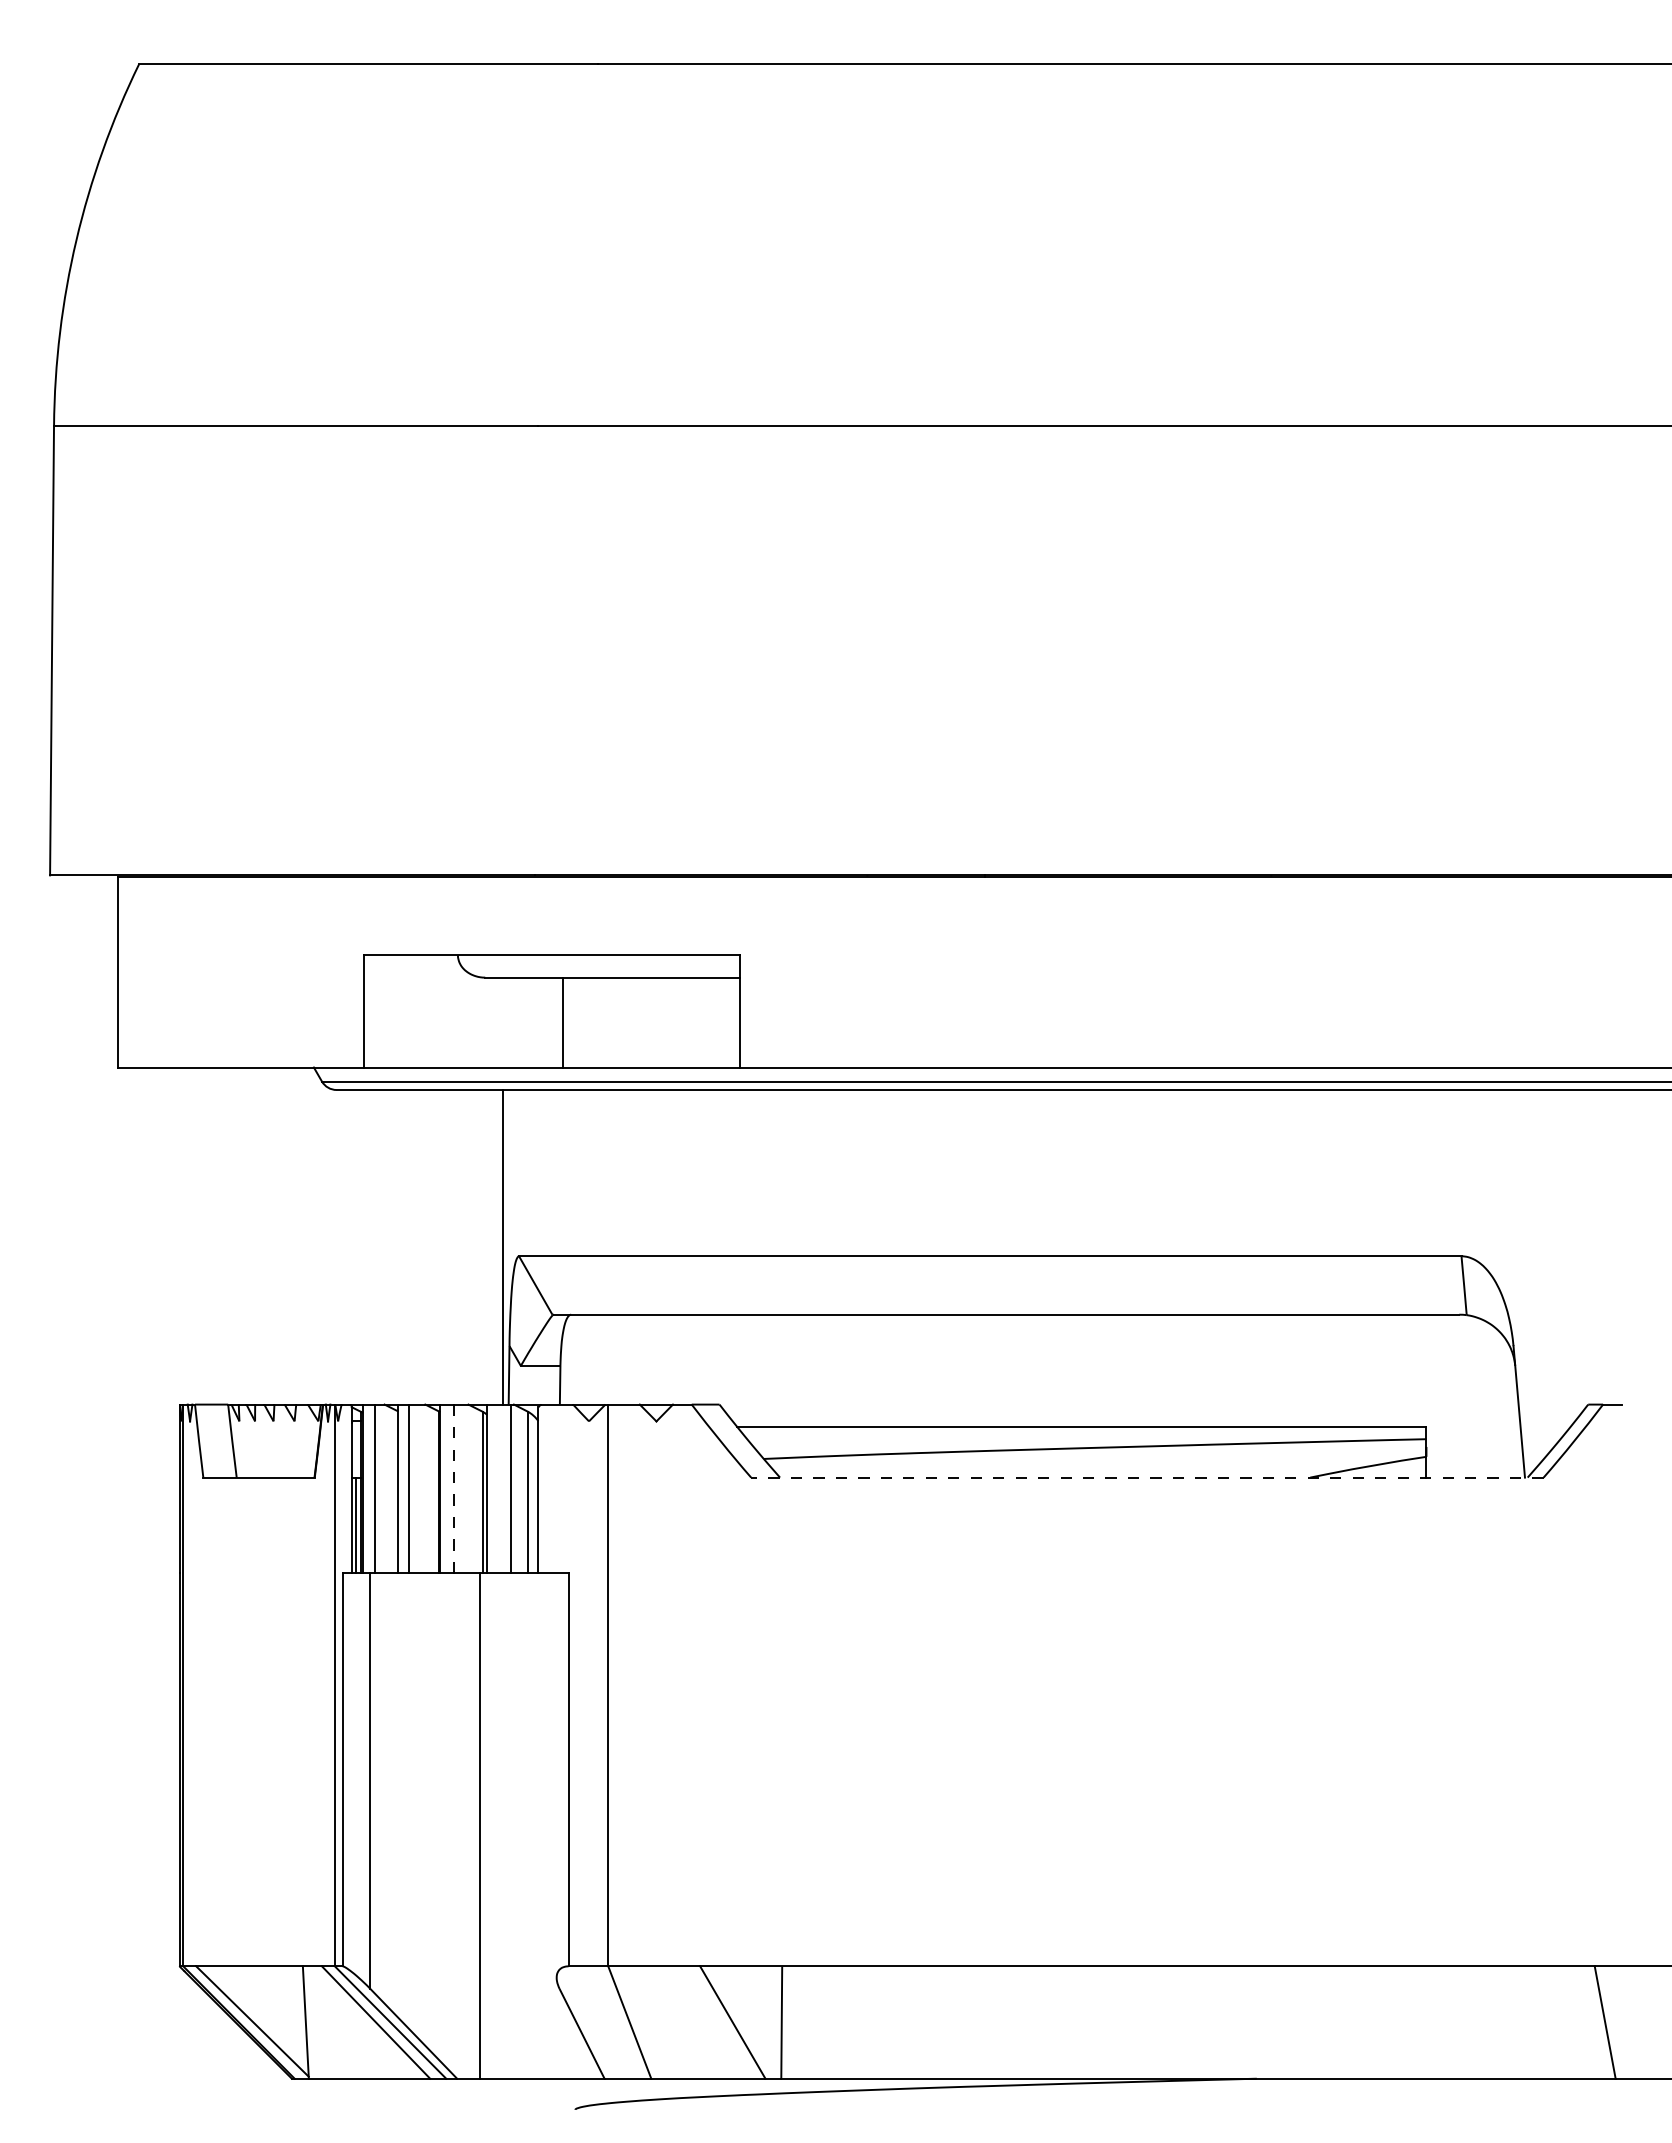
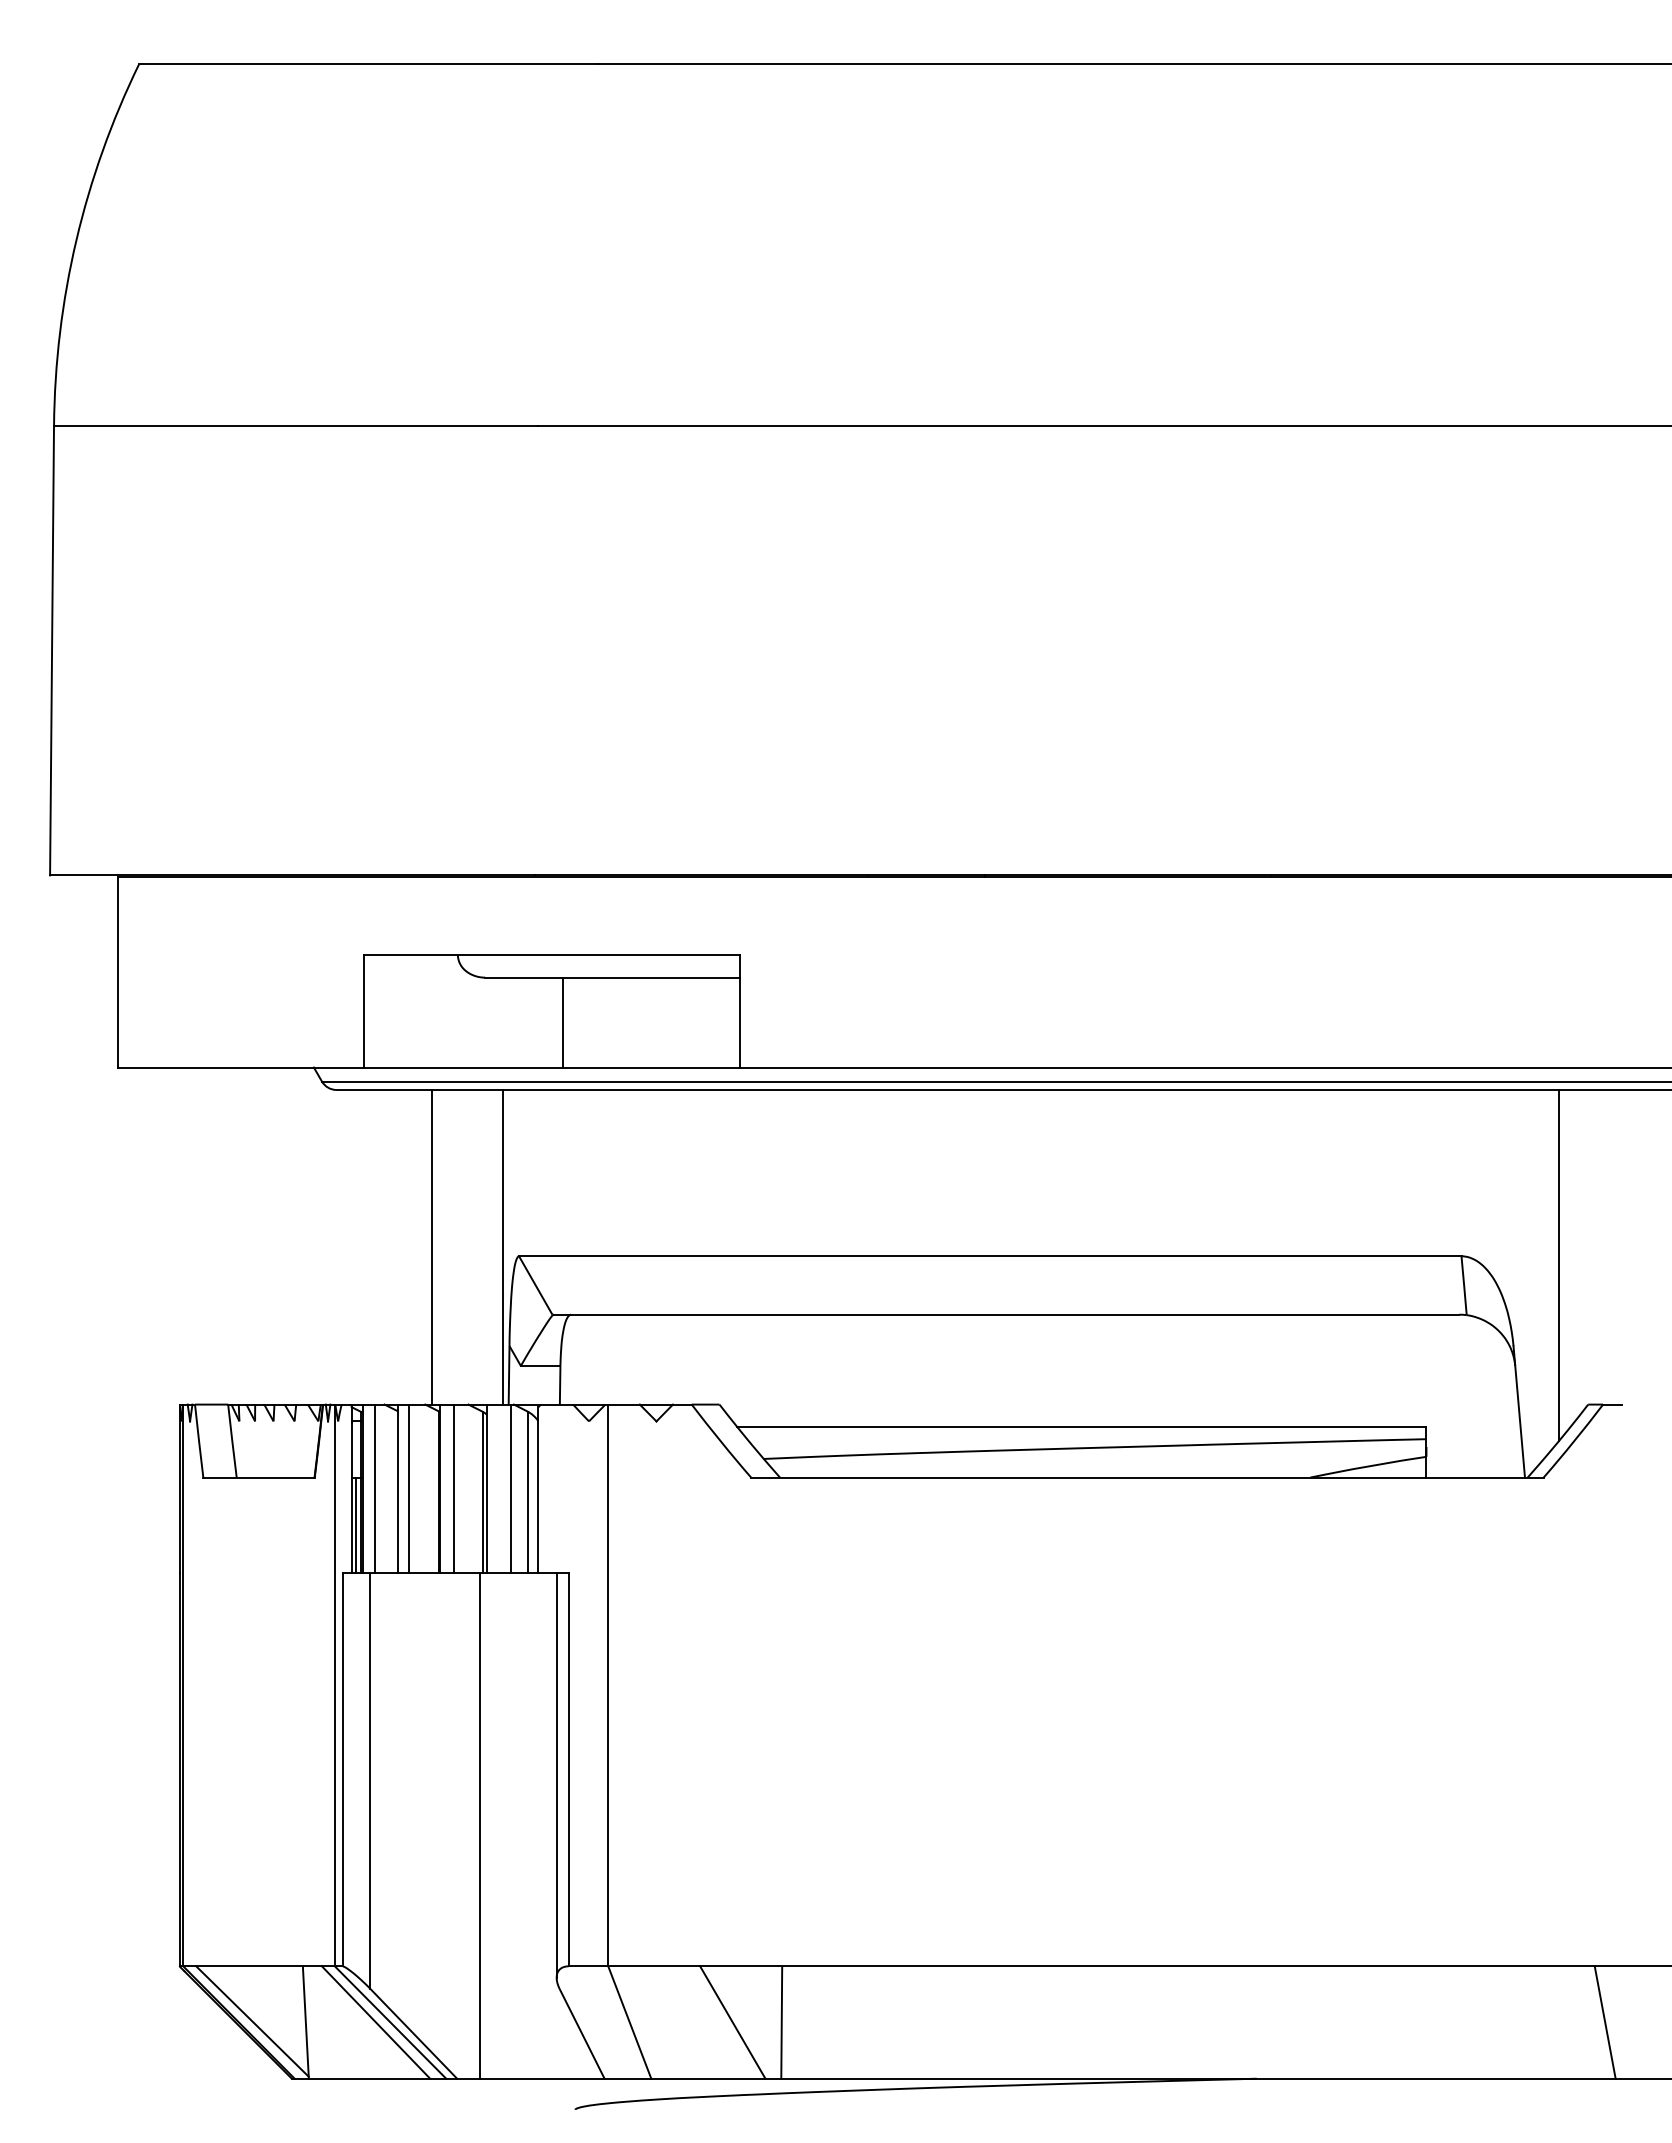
line at (432, 1246): none -> present
line at (1558, 1265): none -> present
line at (1146, 1477): dashed -> solid
line at (453, 1488): dashed -> solid
line at (556, 1775): none -> present
